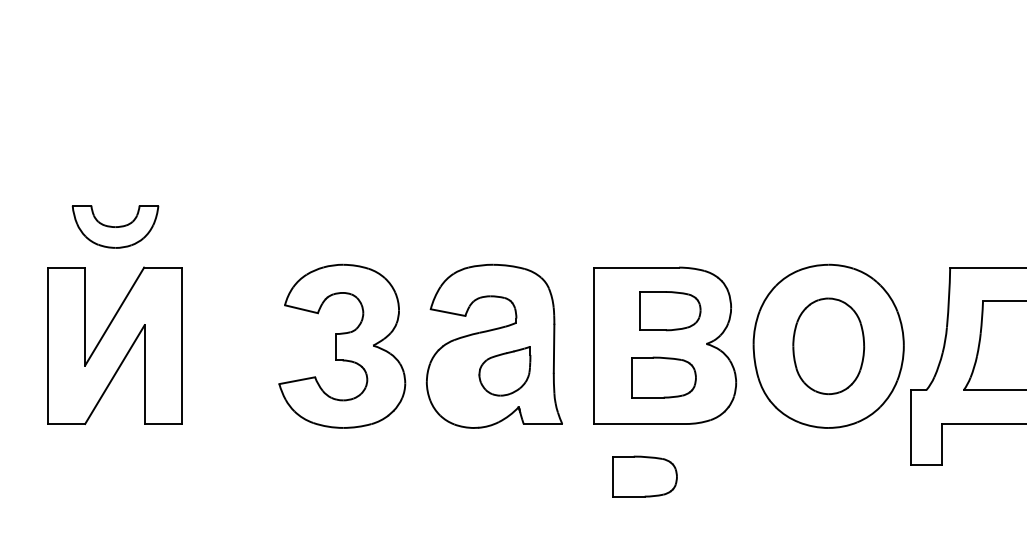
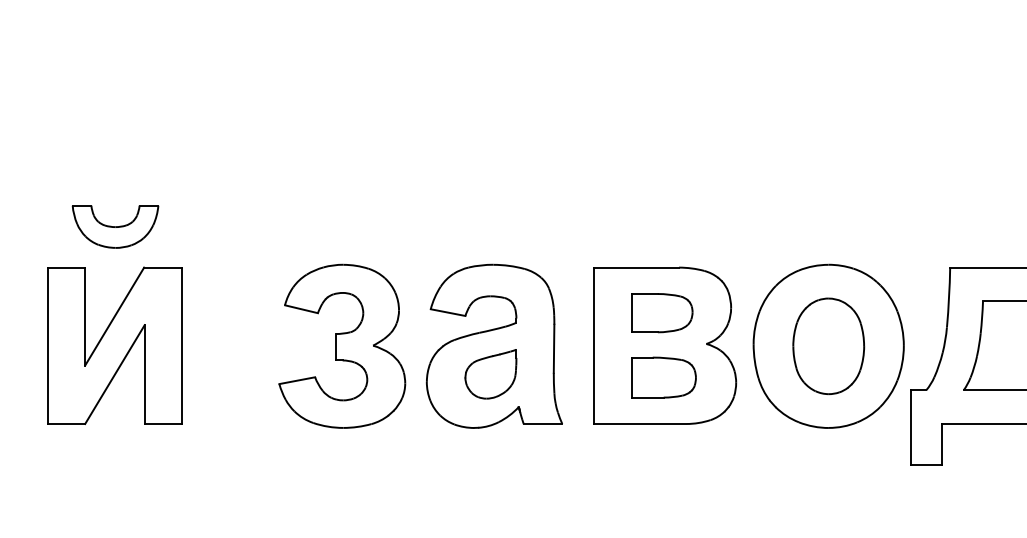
part at (670, 311) position: (670, 311) -> (662, 313)
part at (504, 371) position: (504, 371) -> (490, 374)
part at (644, 476): present -> none
